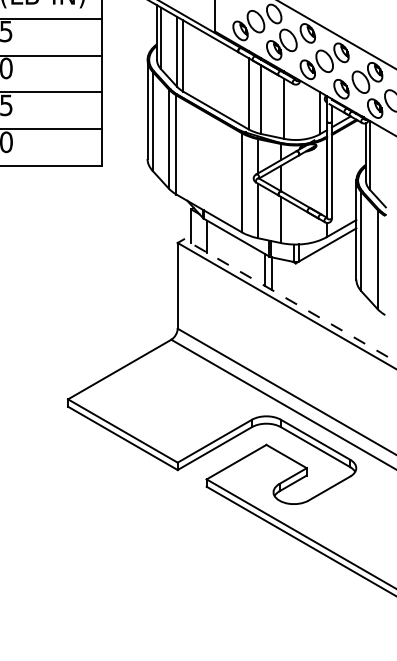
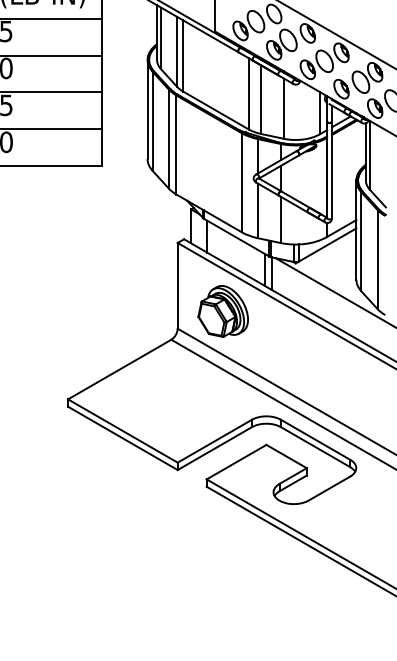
line at (334, 292): none -> present
line at (289, 300): dashed -> solid
part at (222, 311): none -> present
